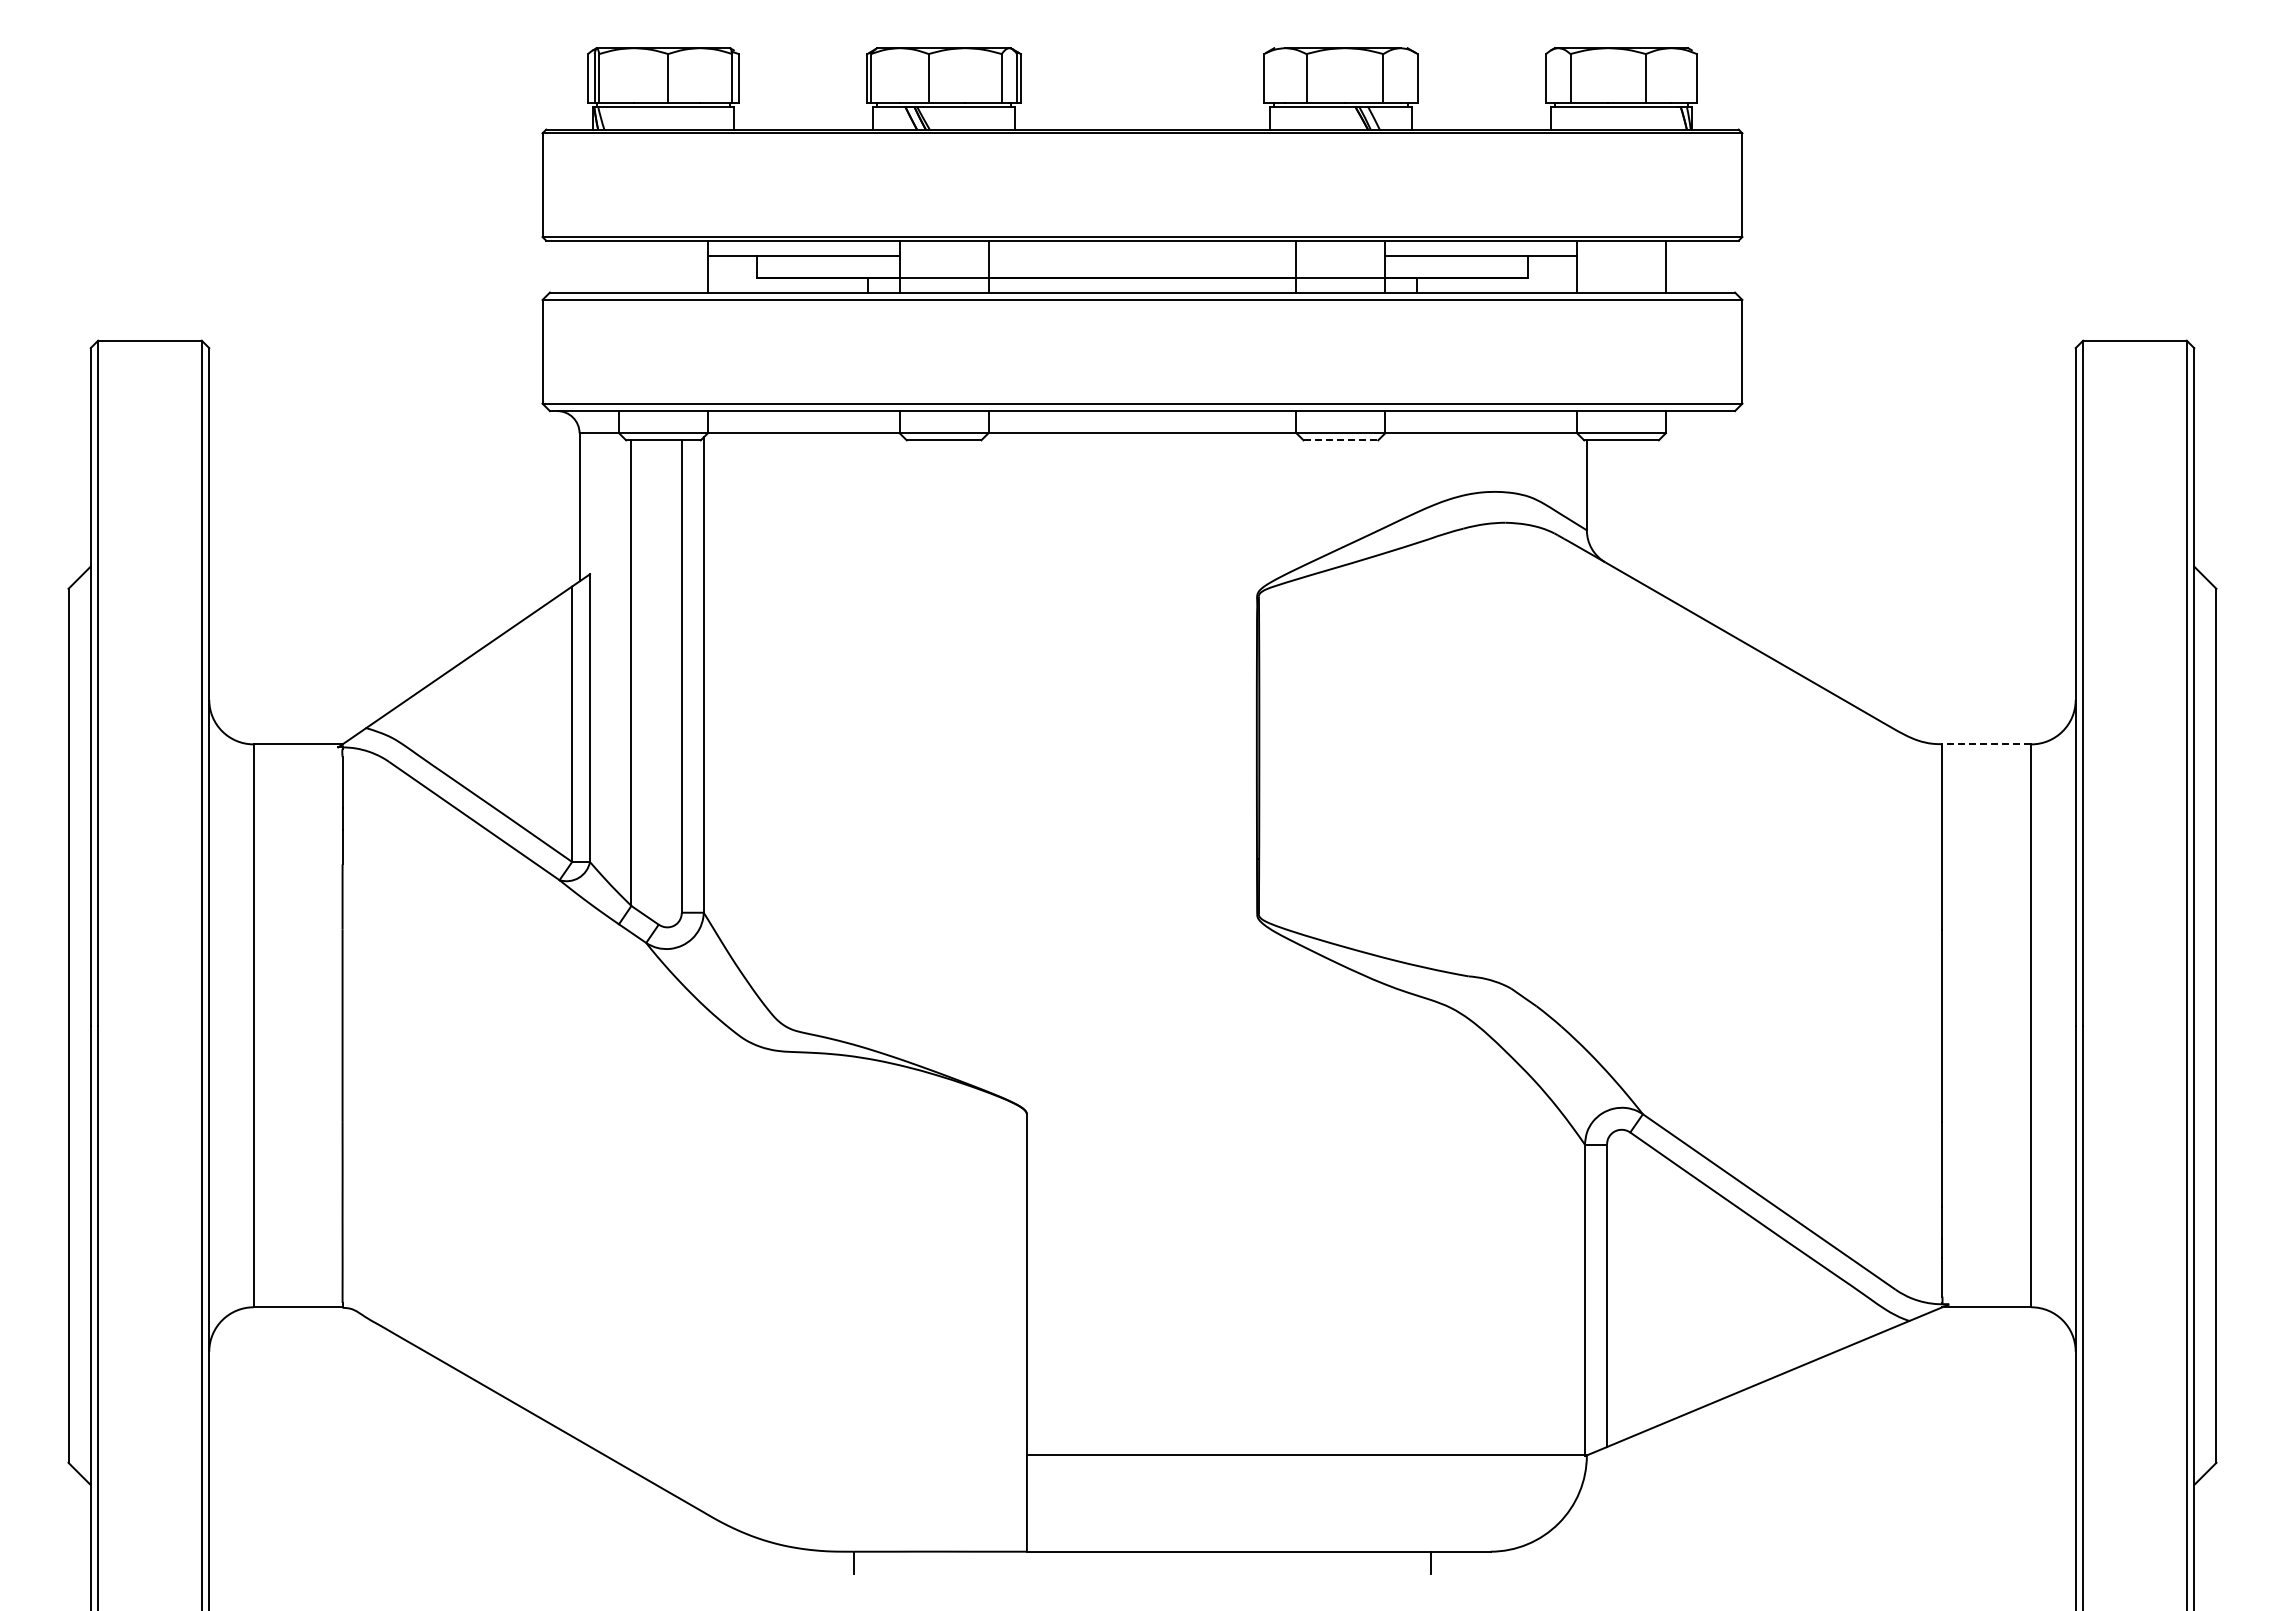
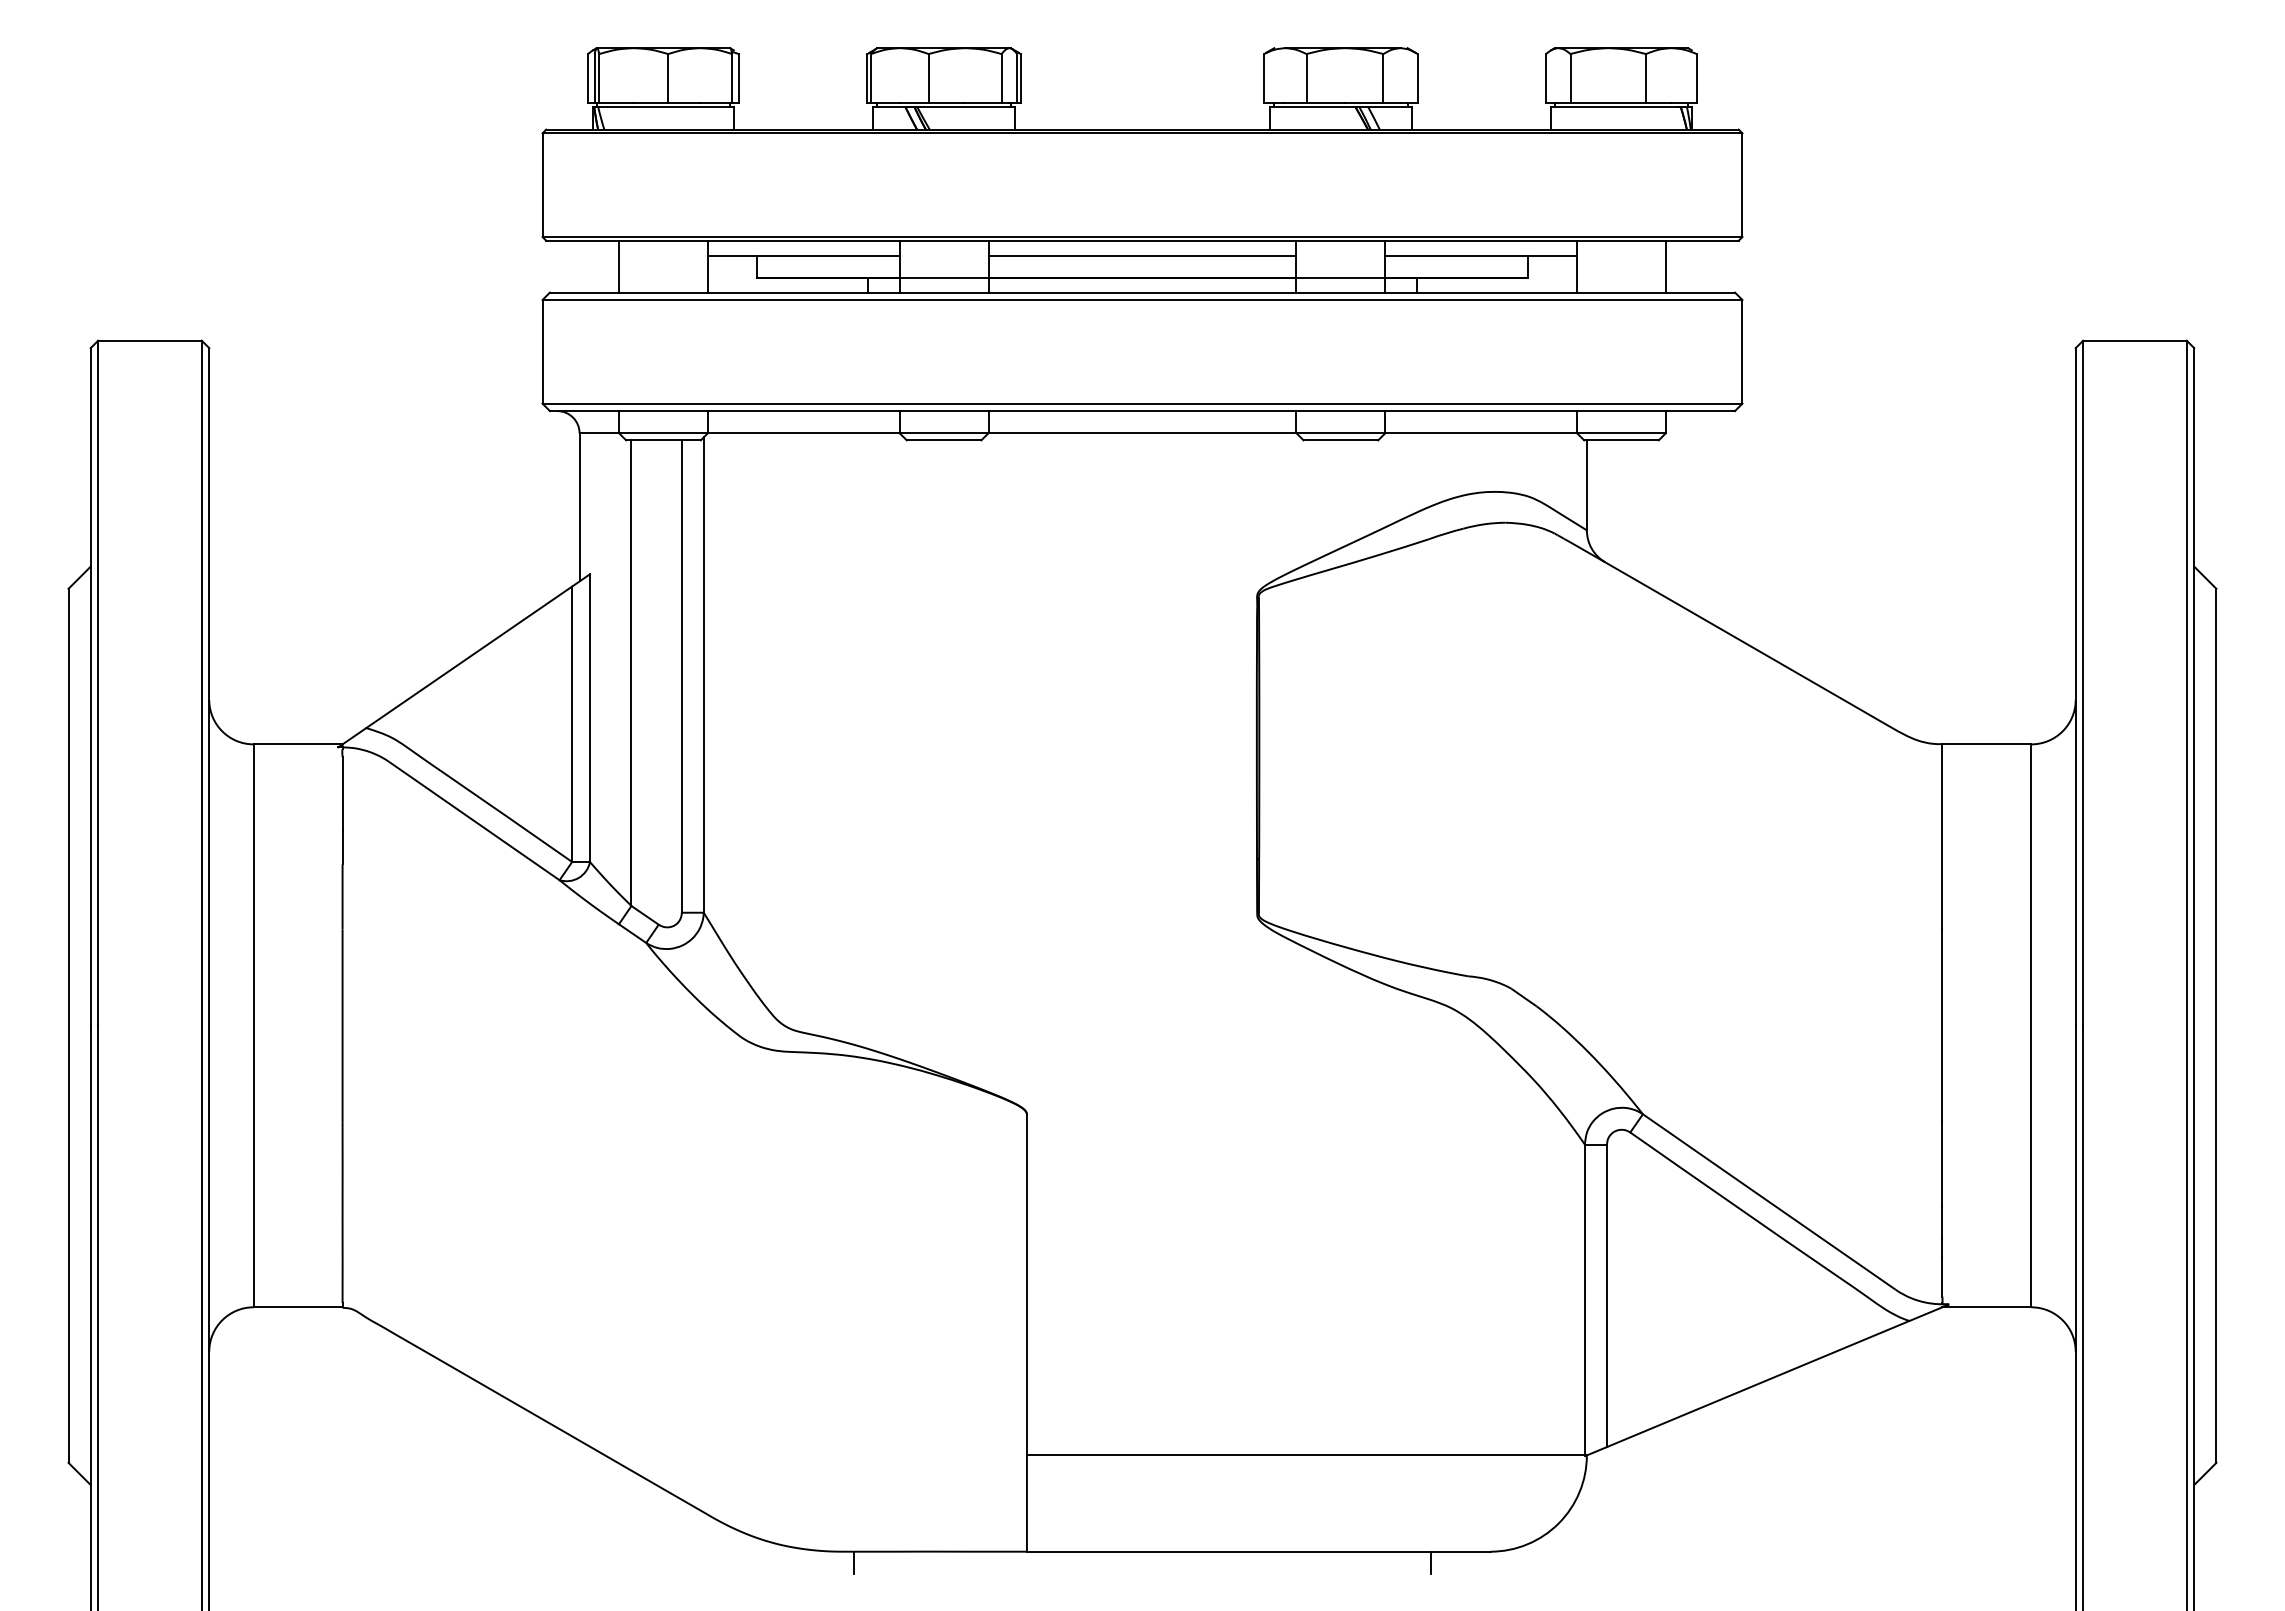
line at (1142, 255): none -> present
line at (619, 266): none -> present
line at (1341, 440): dashed -> solid
line at (1986, 744): dashed -> solid
